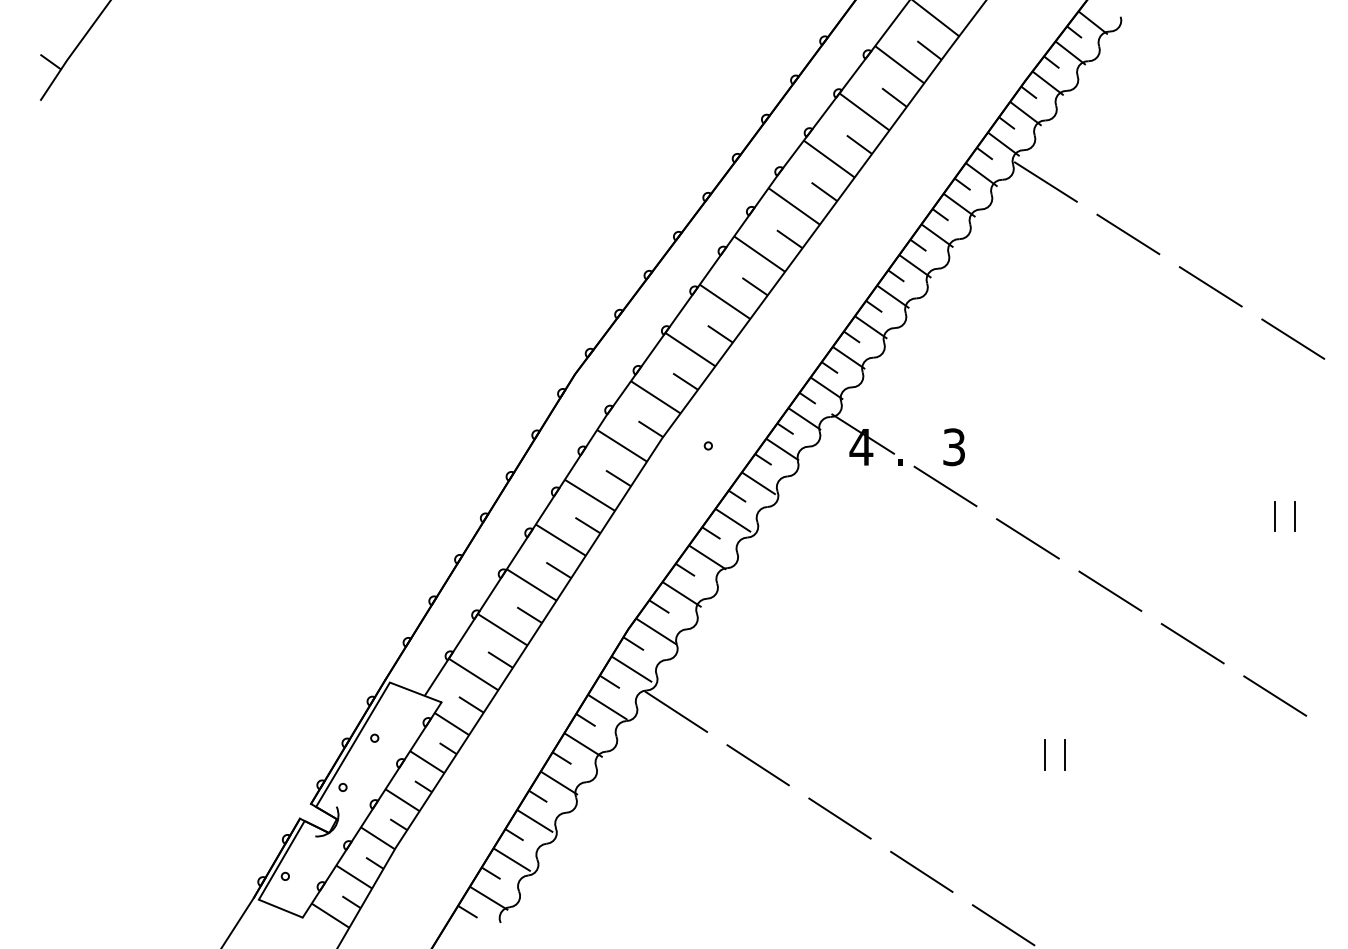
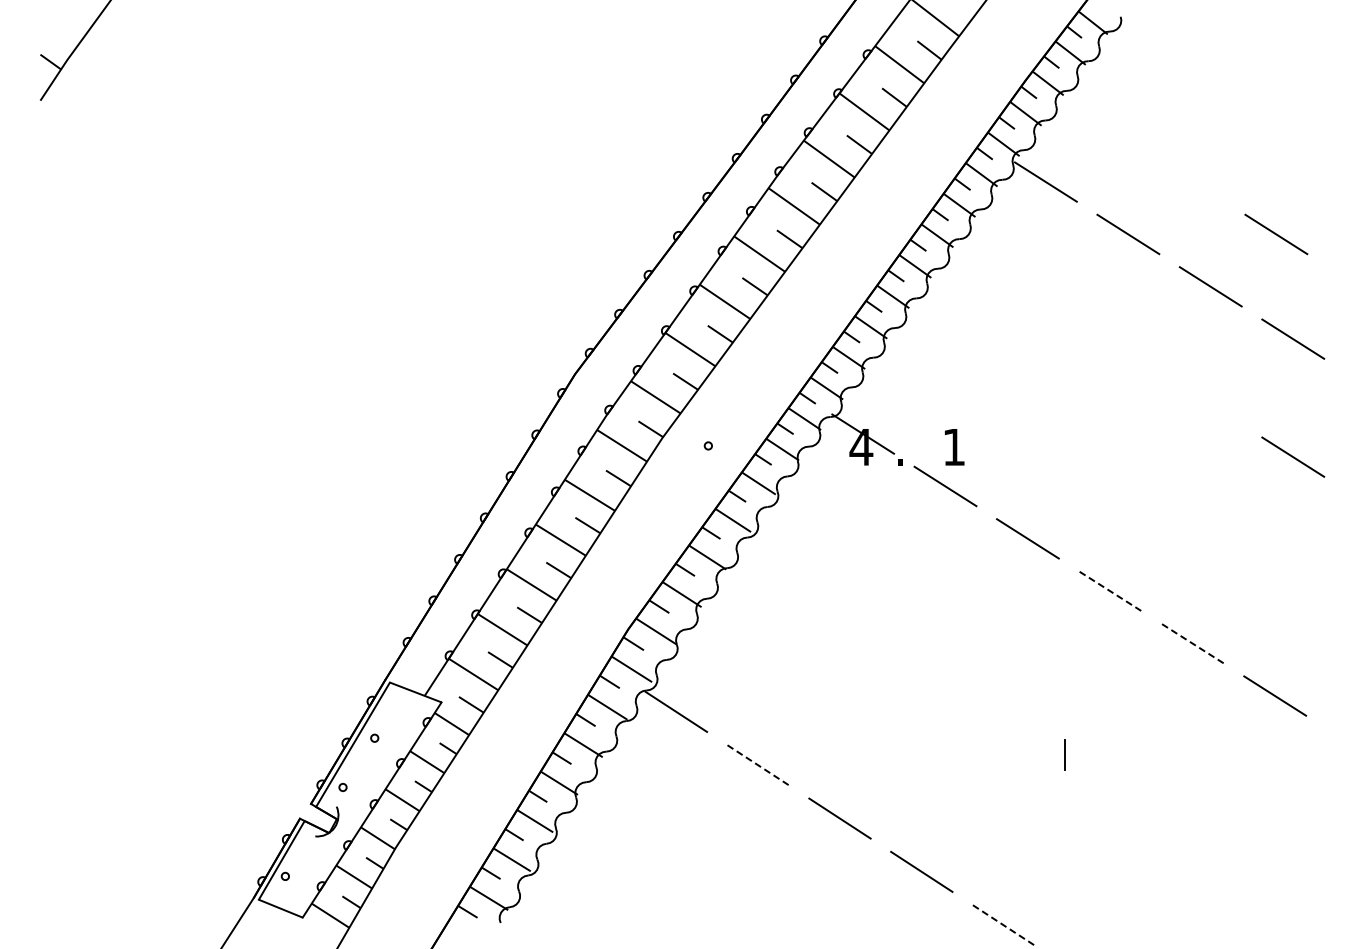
line at (1276, 234): none -> present
text at (953, 447): 3 -> 1
line at (1293, 456): none -> present
line at (1275, 515): present -> none
line at (1294, 516): present -> none
line at (1110, 591): solid -> dashed
line at (1192, 643): solid -> dashed
line at (1045, 754): present -> none
line at (758, 765): solid -> dashed
line at (1003, 925): solid -> dashed
